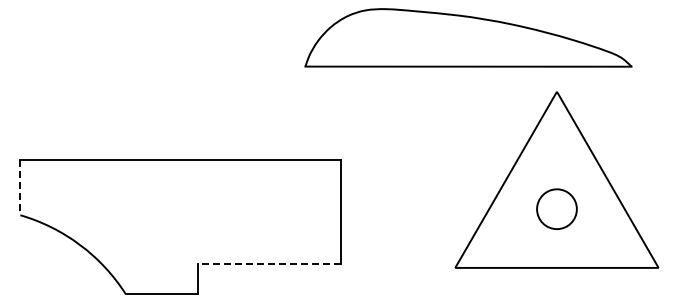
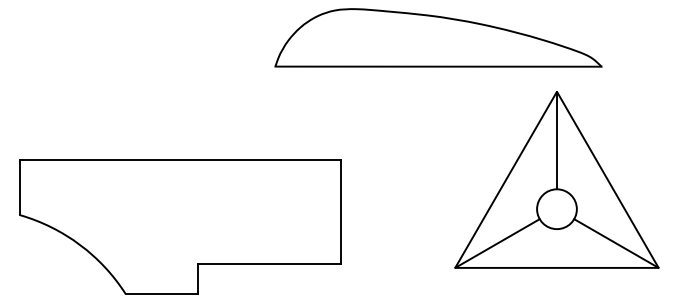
part at (468, 37) position: (468, 37) -> (438, 37)
line at (556, 140): none -> present
line at (20, 187): dashed -> solid
line at (497, 243): none -> present
line at (616, 243): none -> present
line at (269, 264): dashed -> solid
